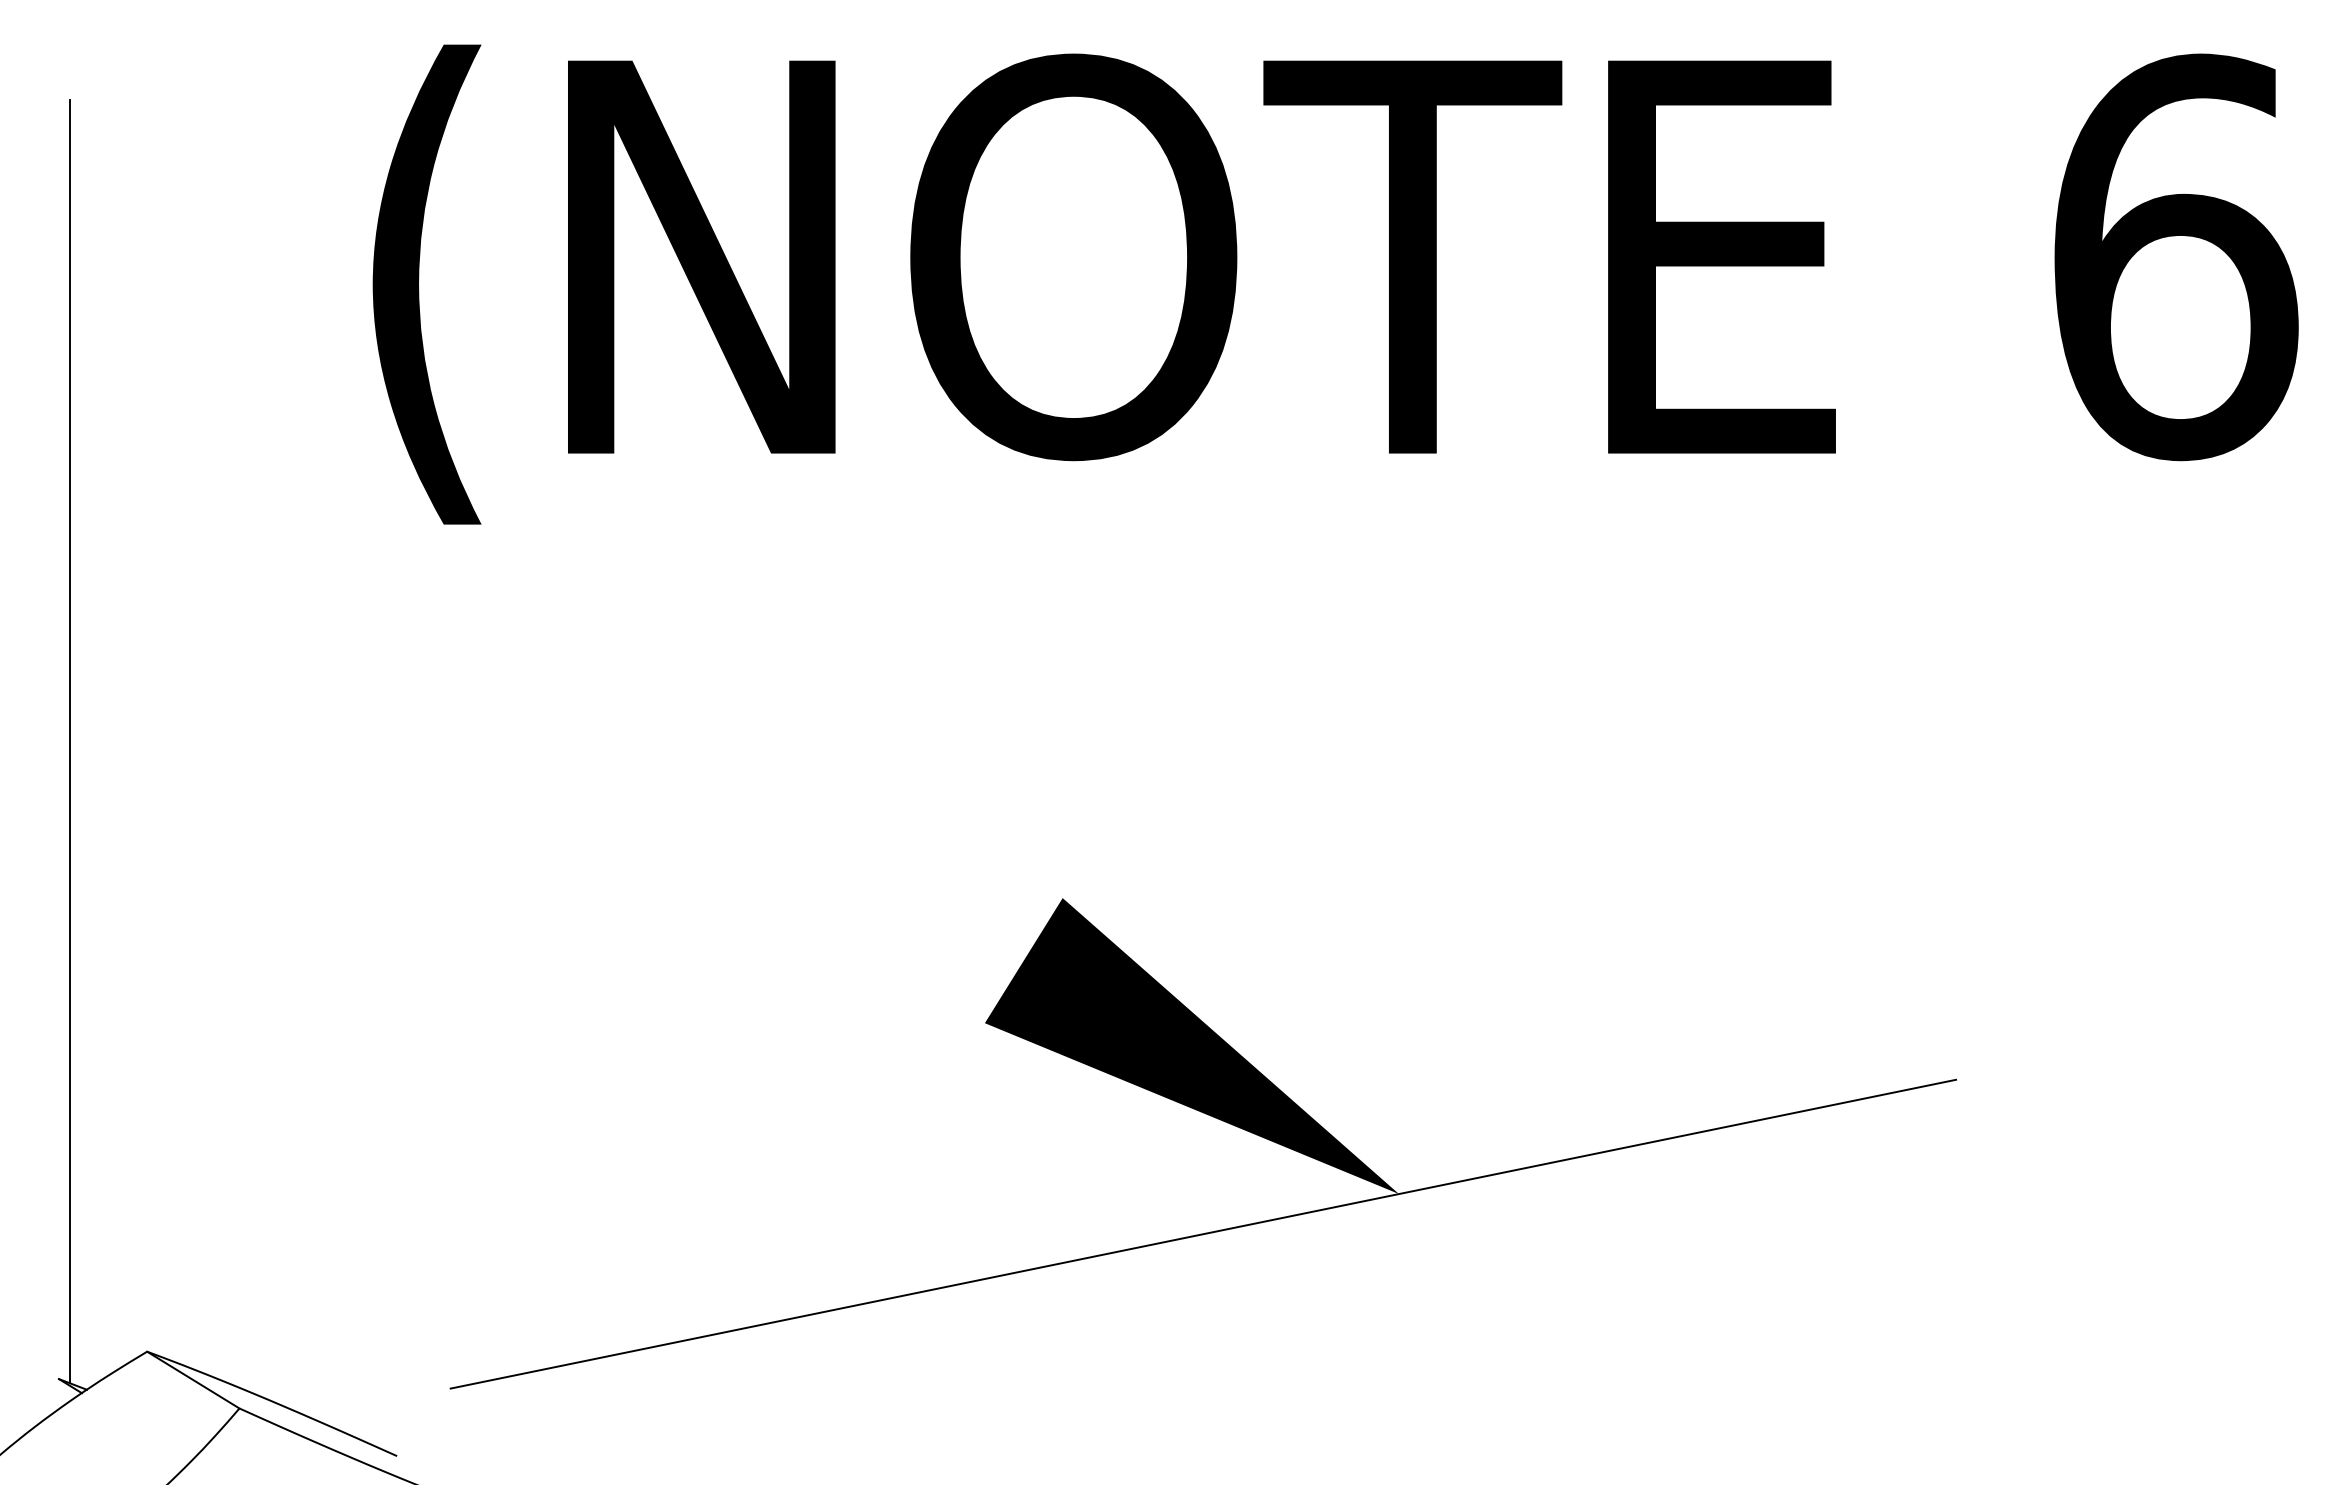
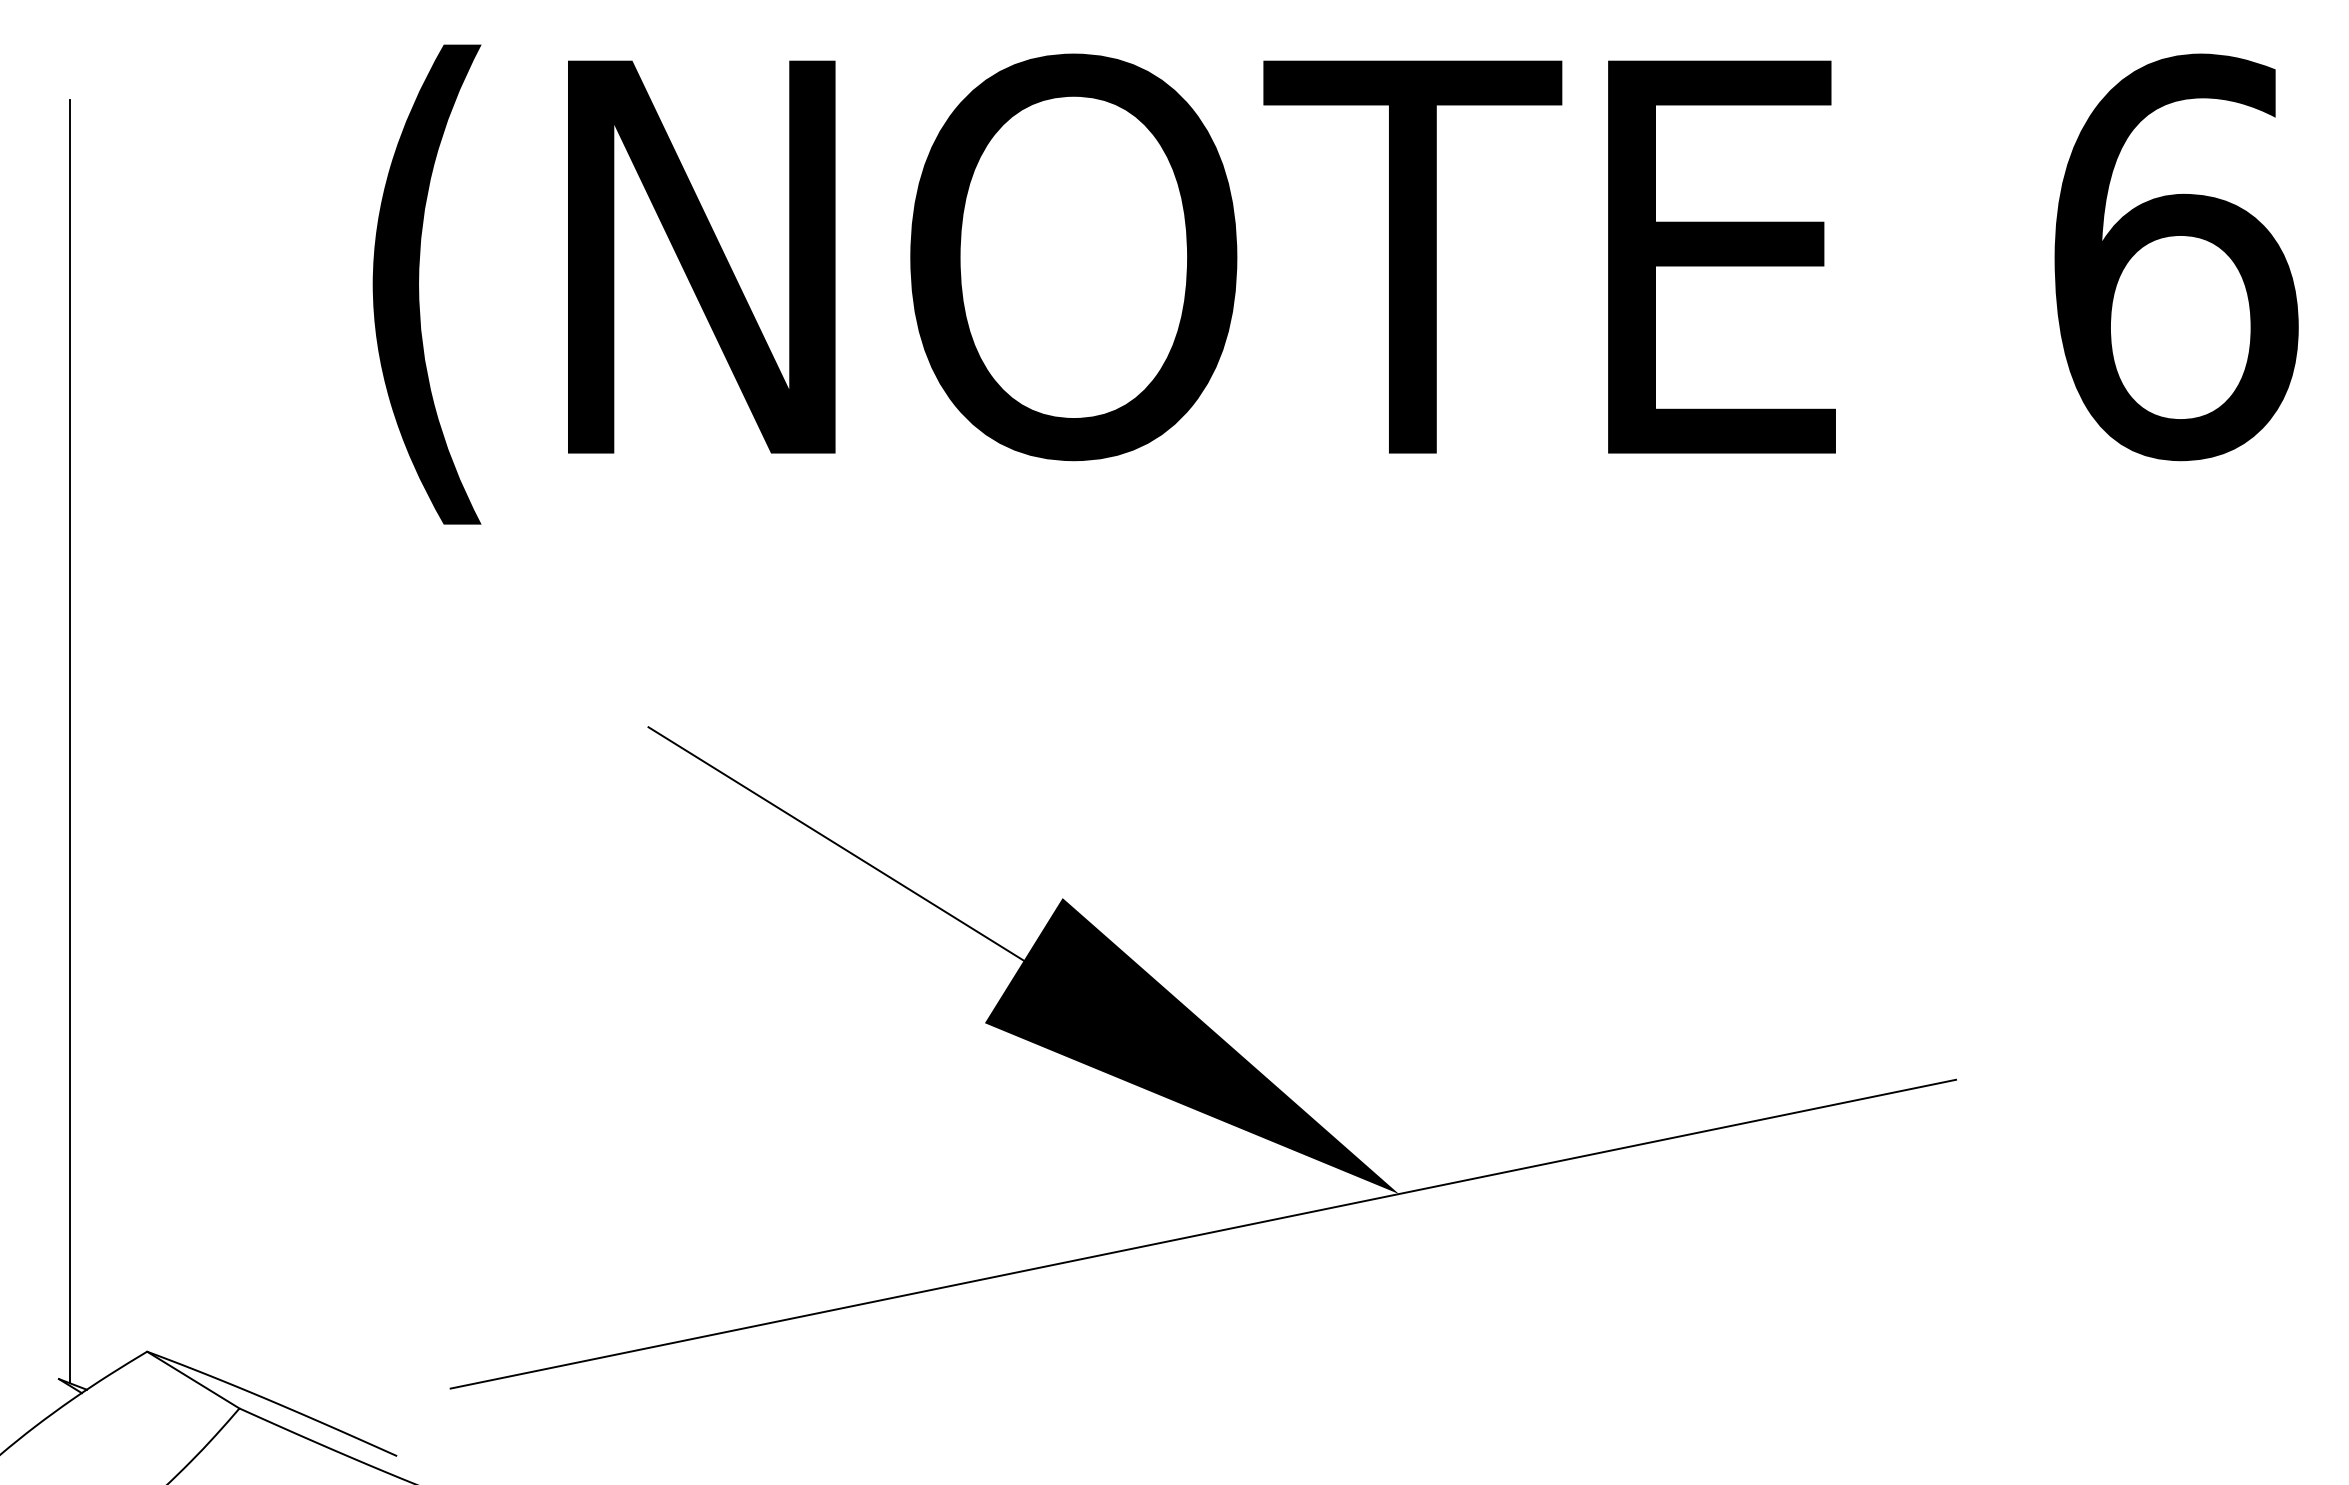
line at (835, 843): none -> present
